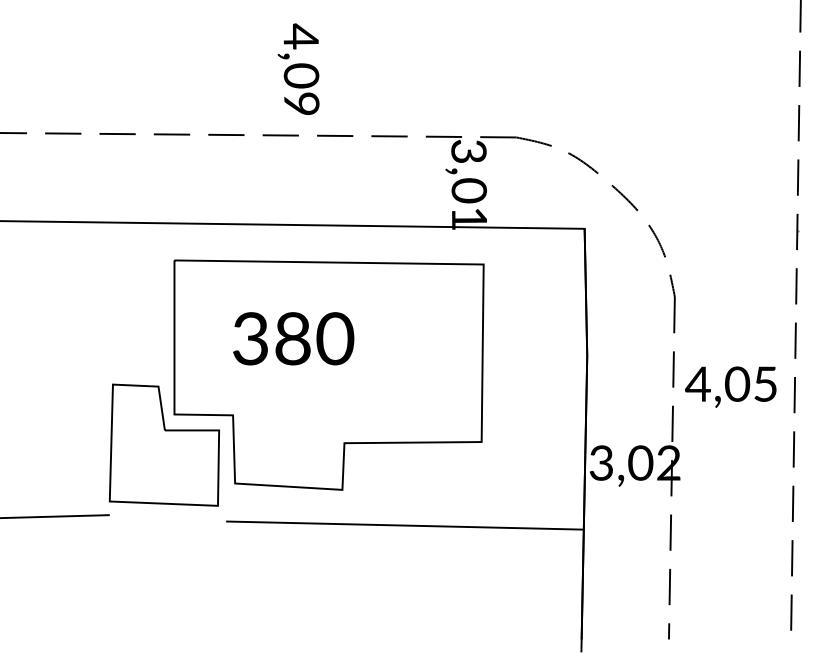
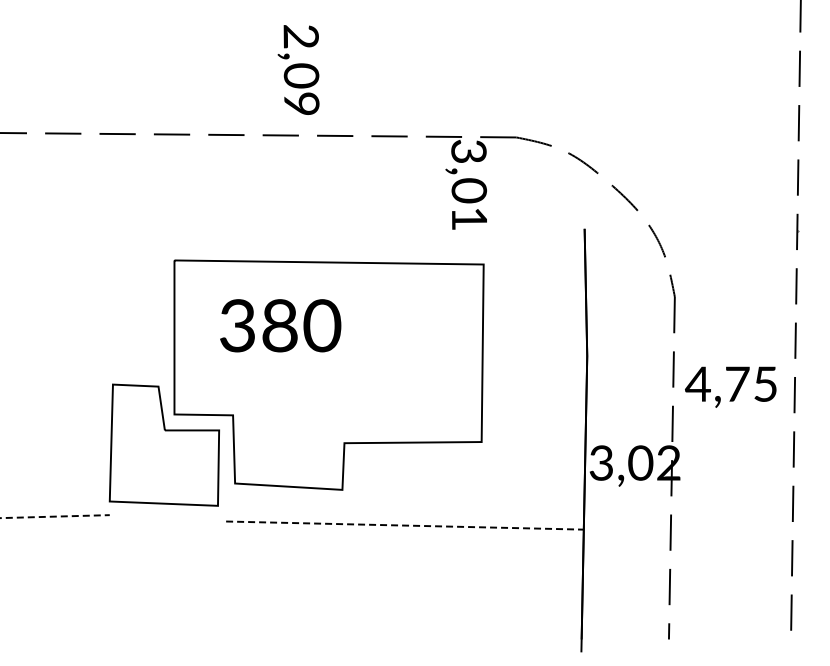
text at (300, 36): 4,09 -> 2,09
line at (293, 224): present -> none
text at (293, 338) position: (293, 338) -> (280, 325)
text at (737, 383): 4,05 -> 4,75
line at (55, 516): solid -> dashed
line at (404, 525): solid -> dashed
